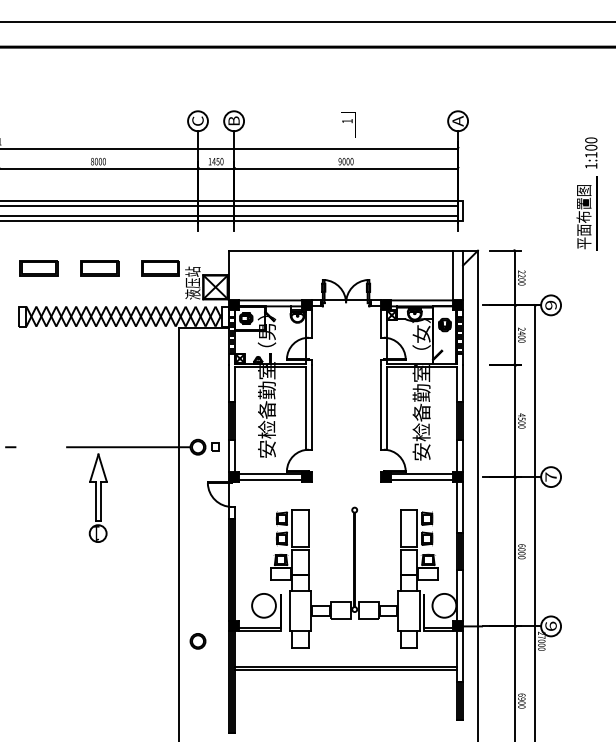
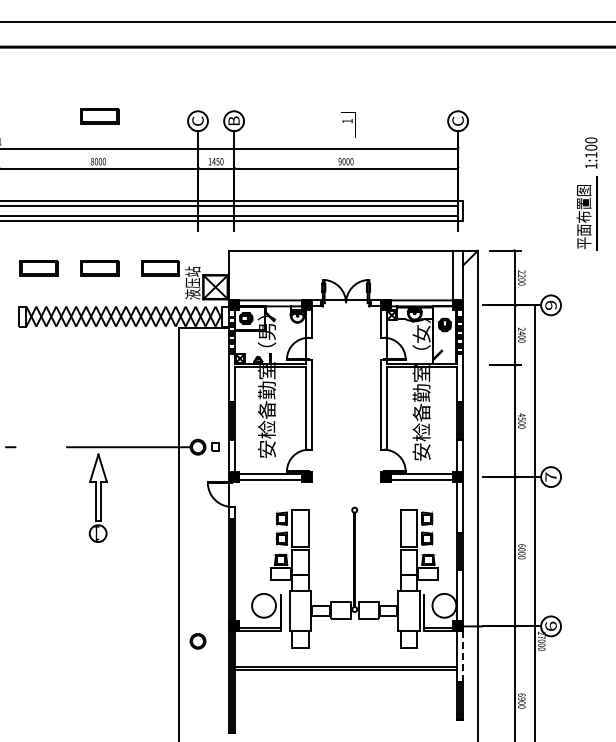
part at (99, 116): none -> present
text at (457, 120): A -> C
line at (463, 656): solid -> dashed
